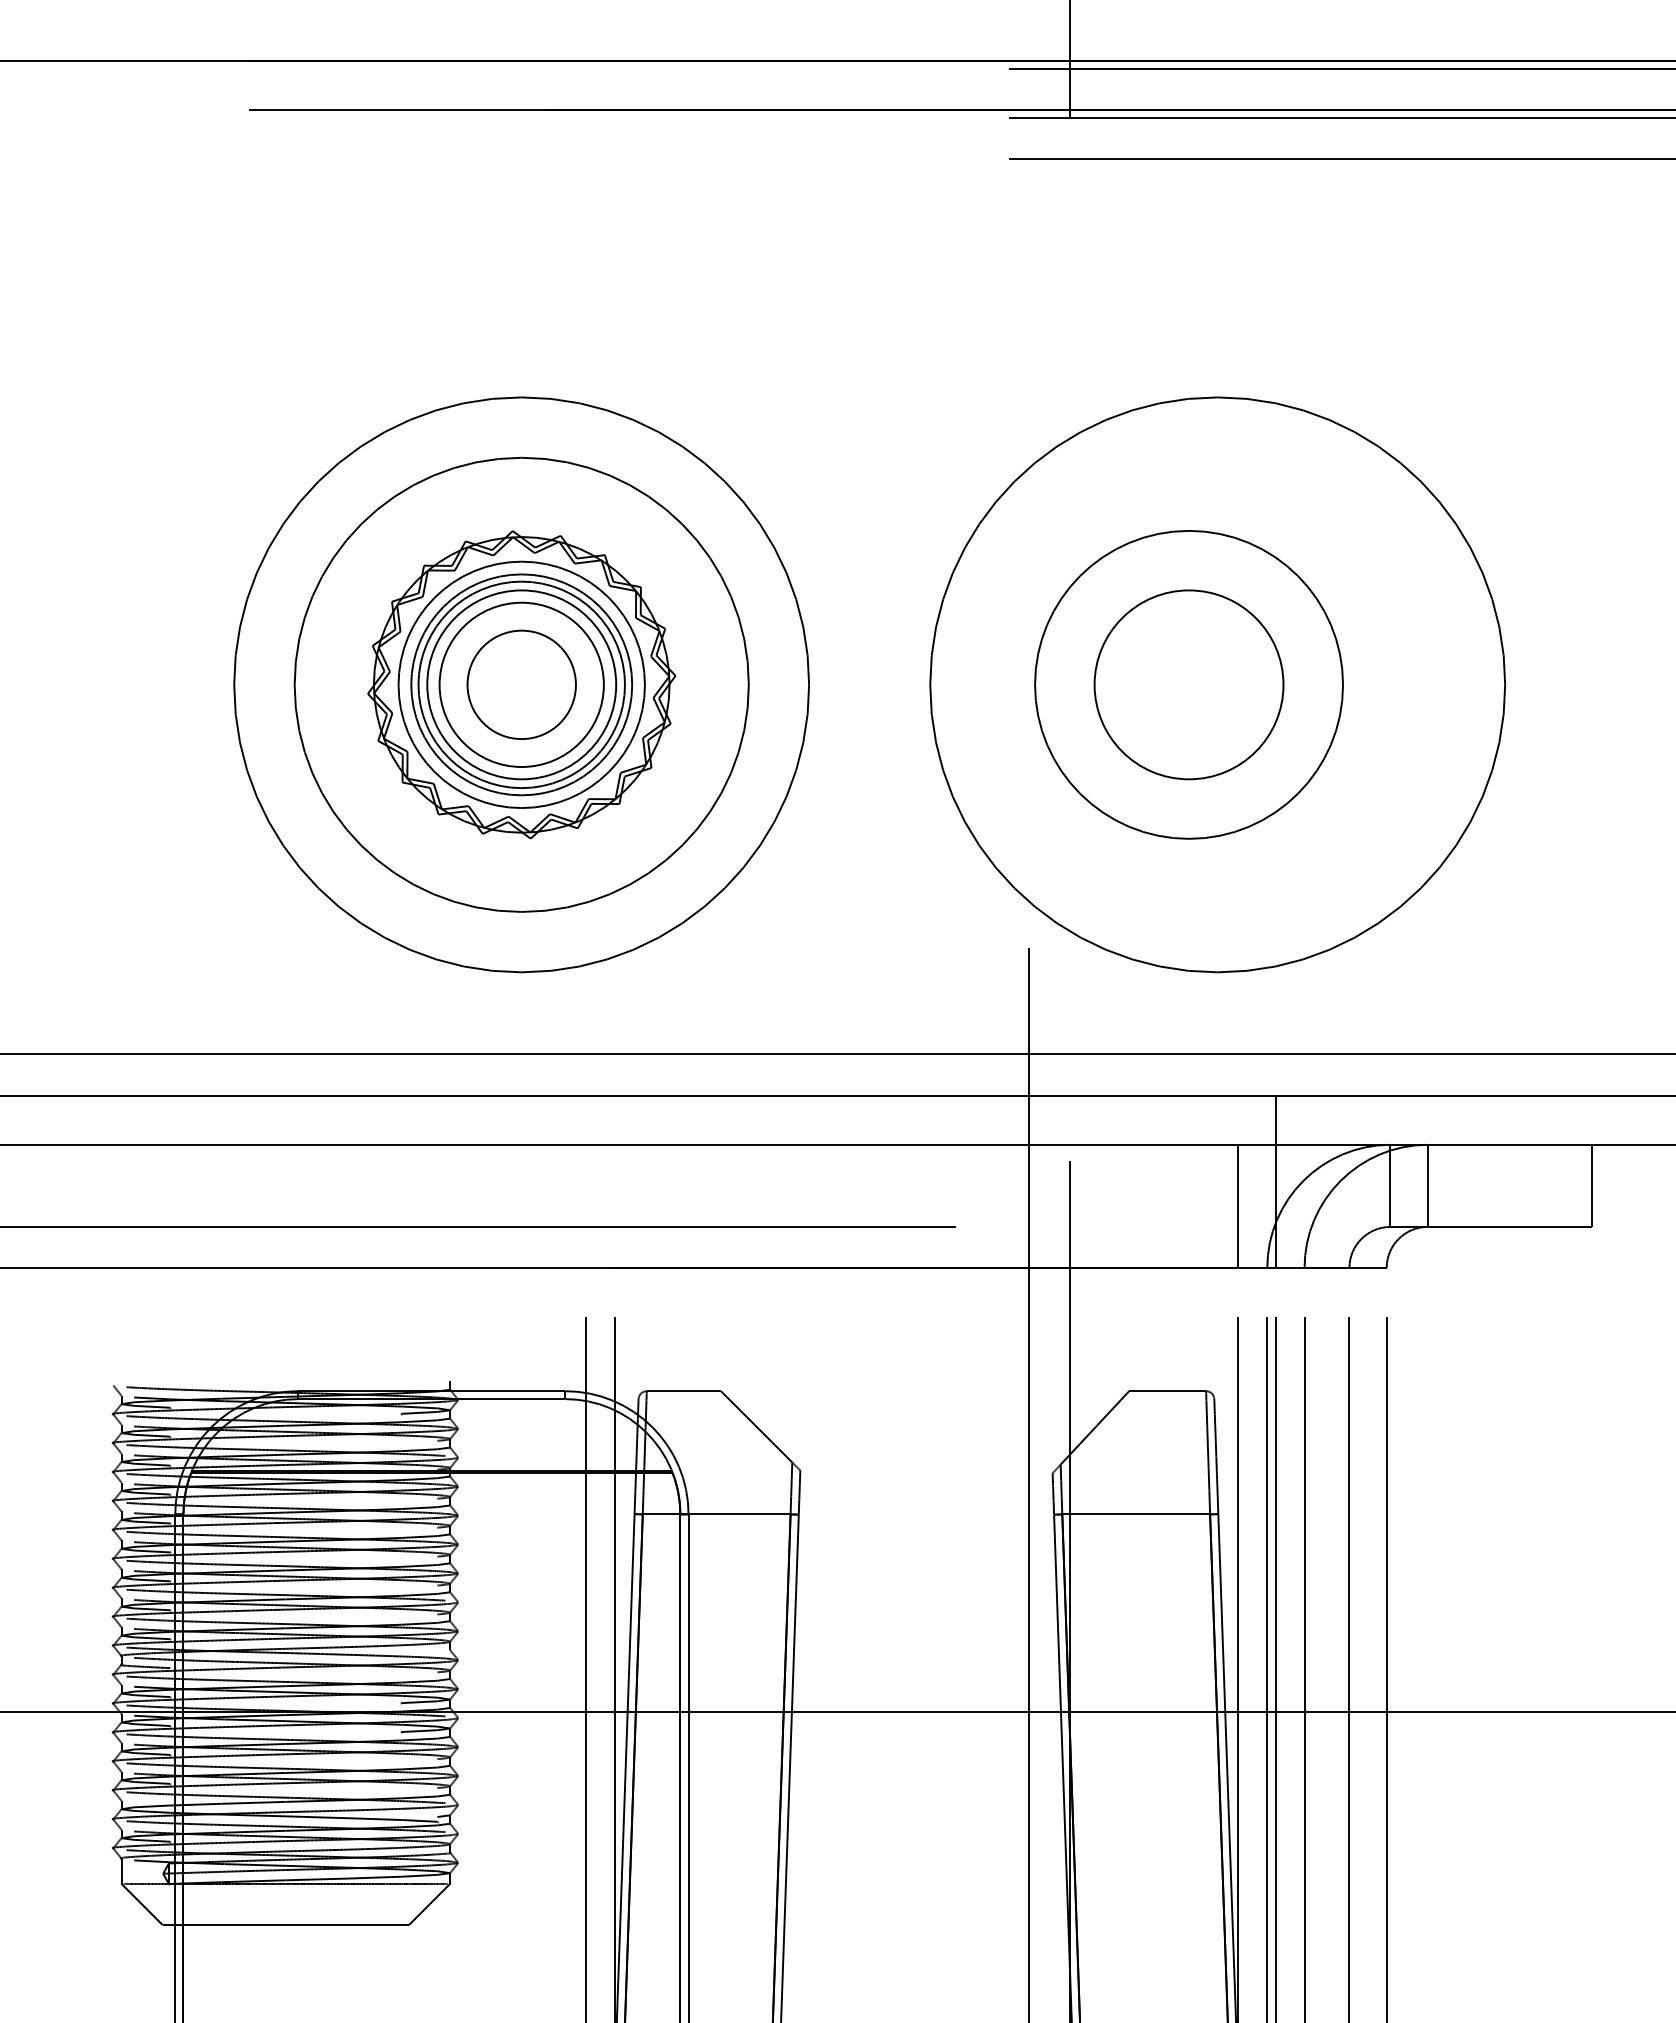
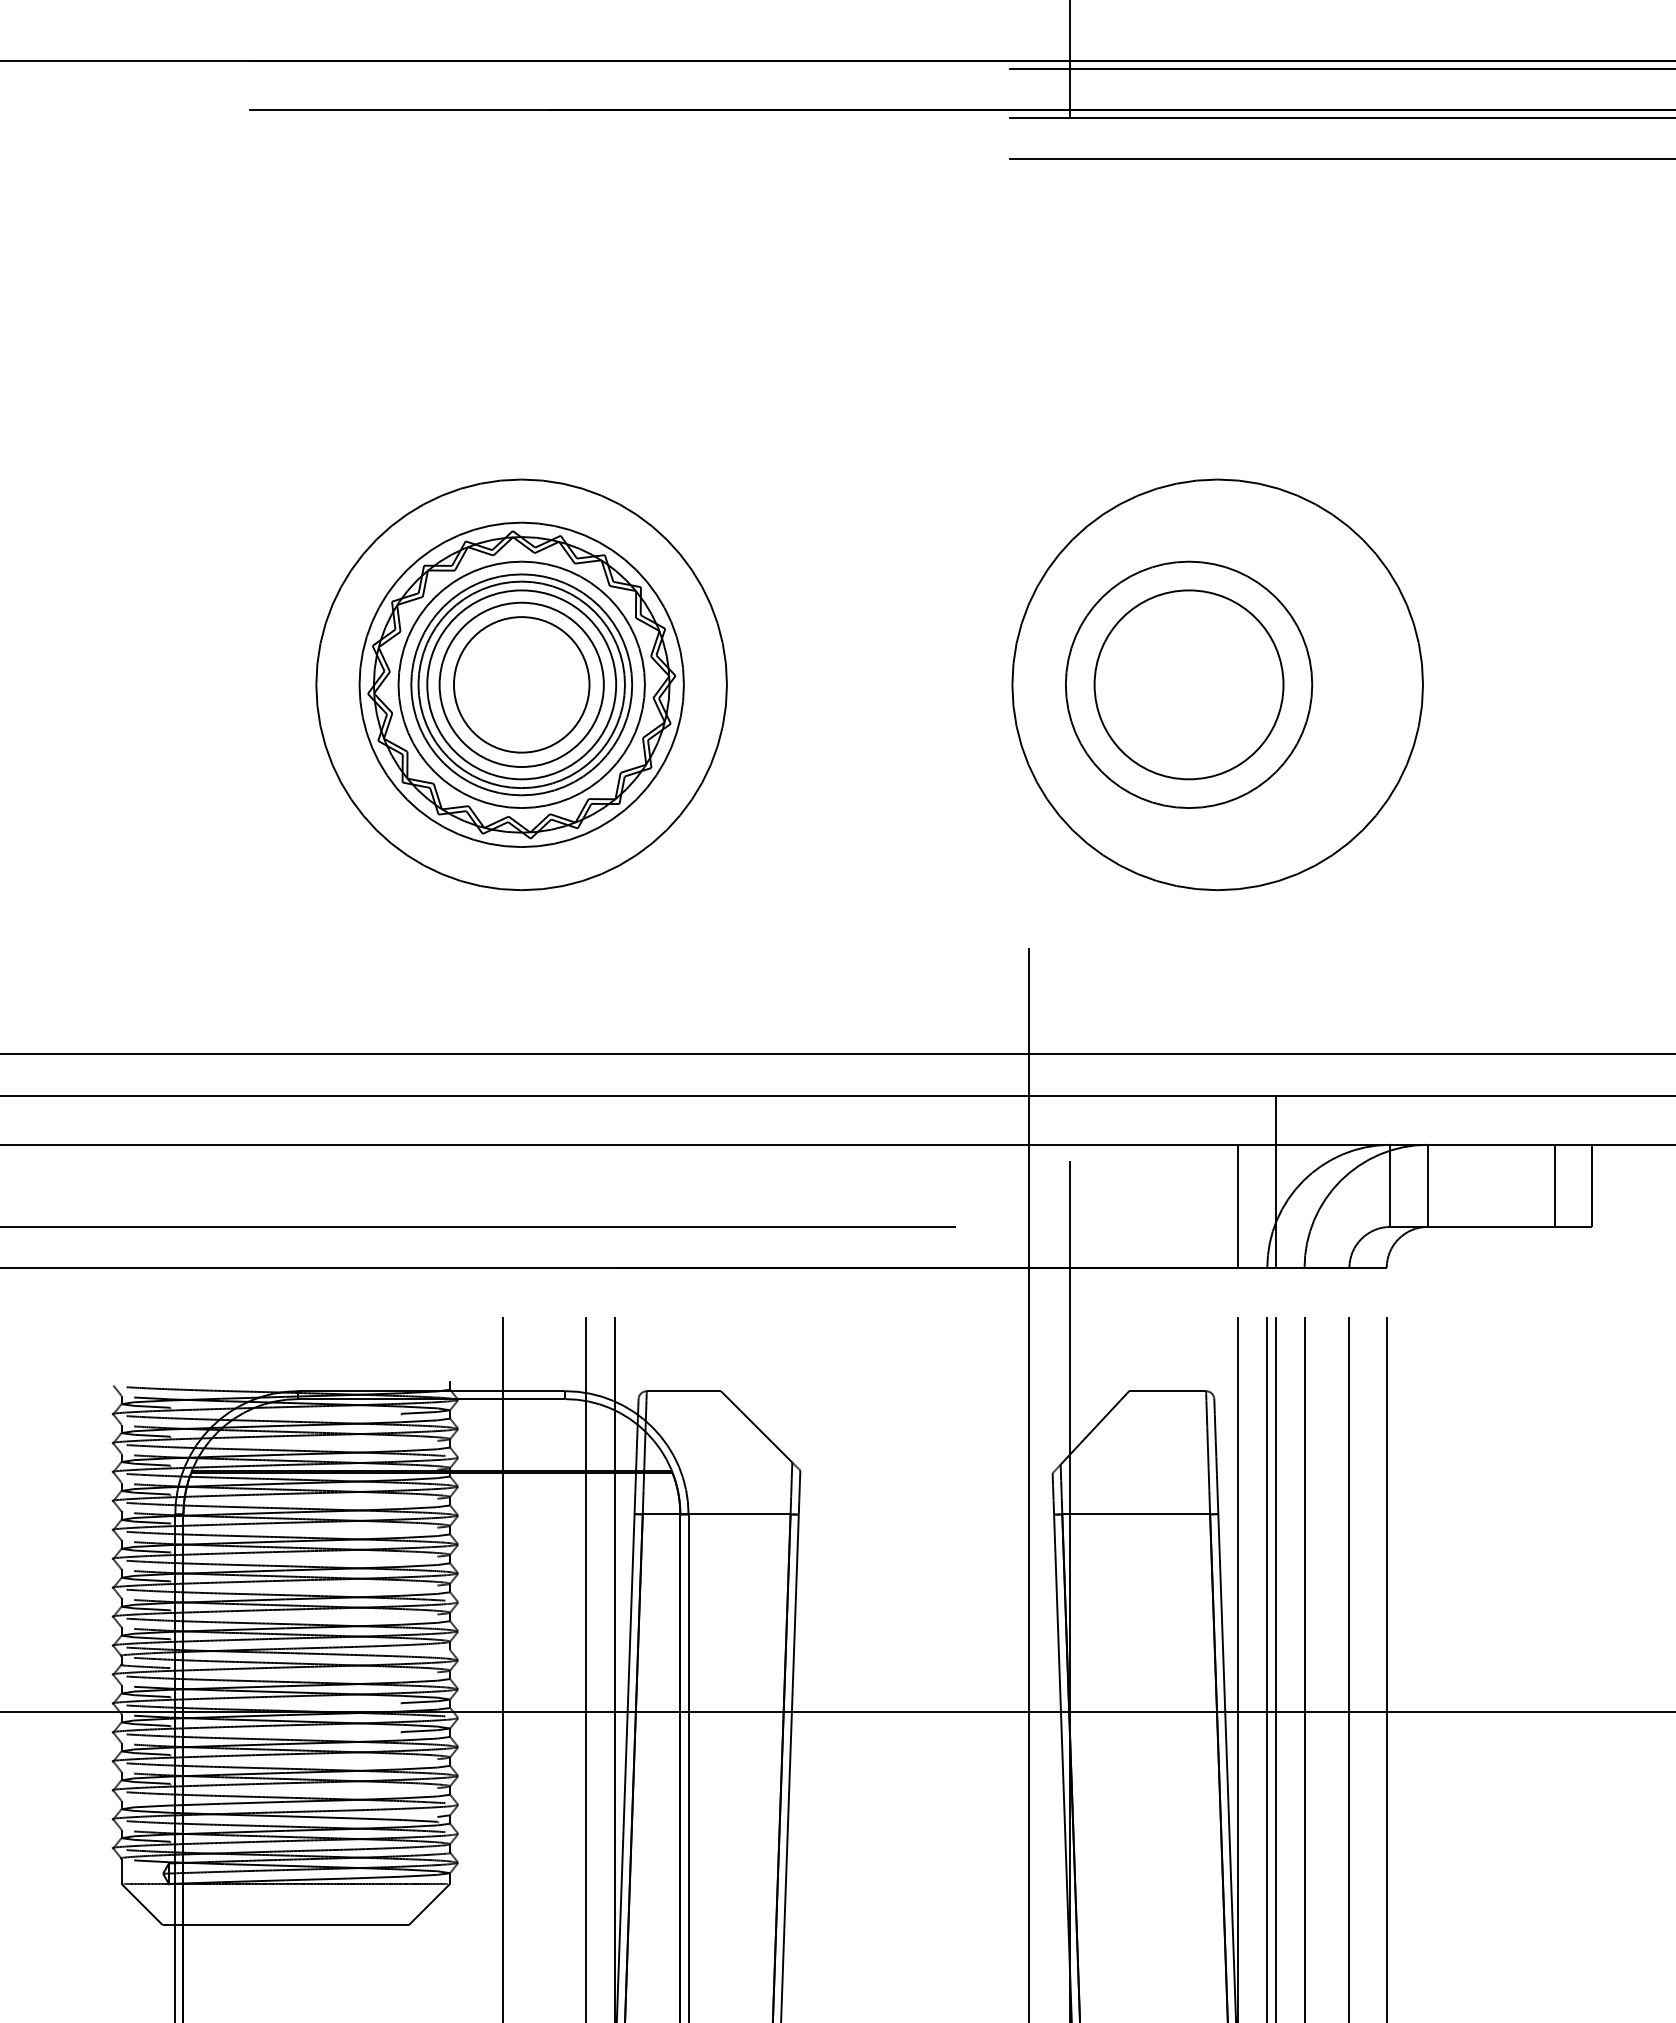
circle at (521, 684) diameter: 108 px -> 136 px
circle at (521, 684) diameter: 454 px -> 324 px
circle at (521, 684) diameter: 575 px -> 411 px
circle at (1189, 684) diameter: 308 px -> 246 px
circle at (1217, 684) diameter: 575 px -> 411 px
line at (1554, 1185): none -> present
line at (503, 1643): none -> present
